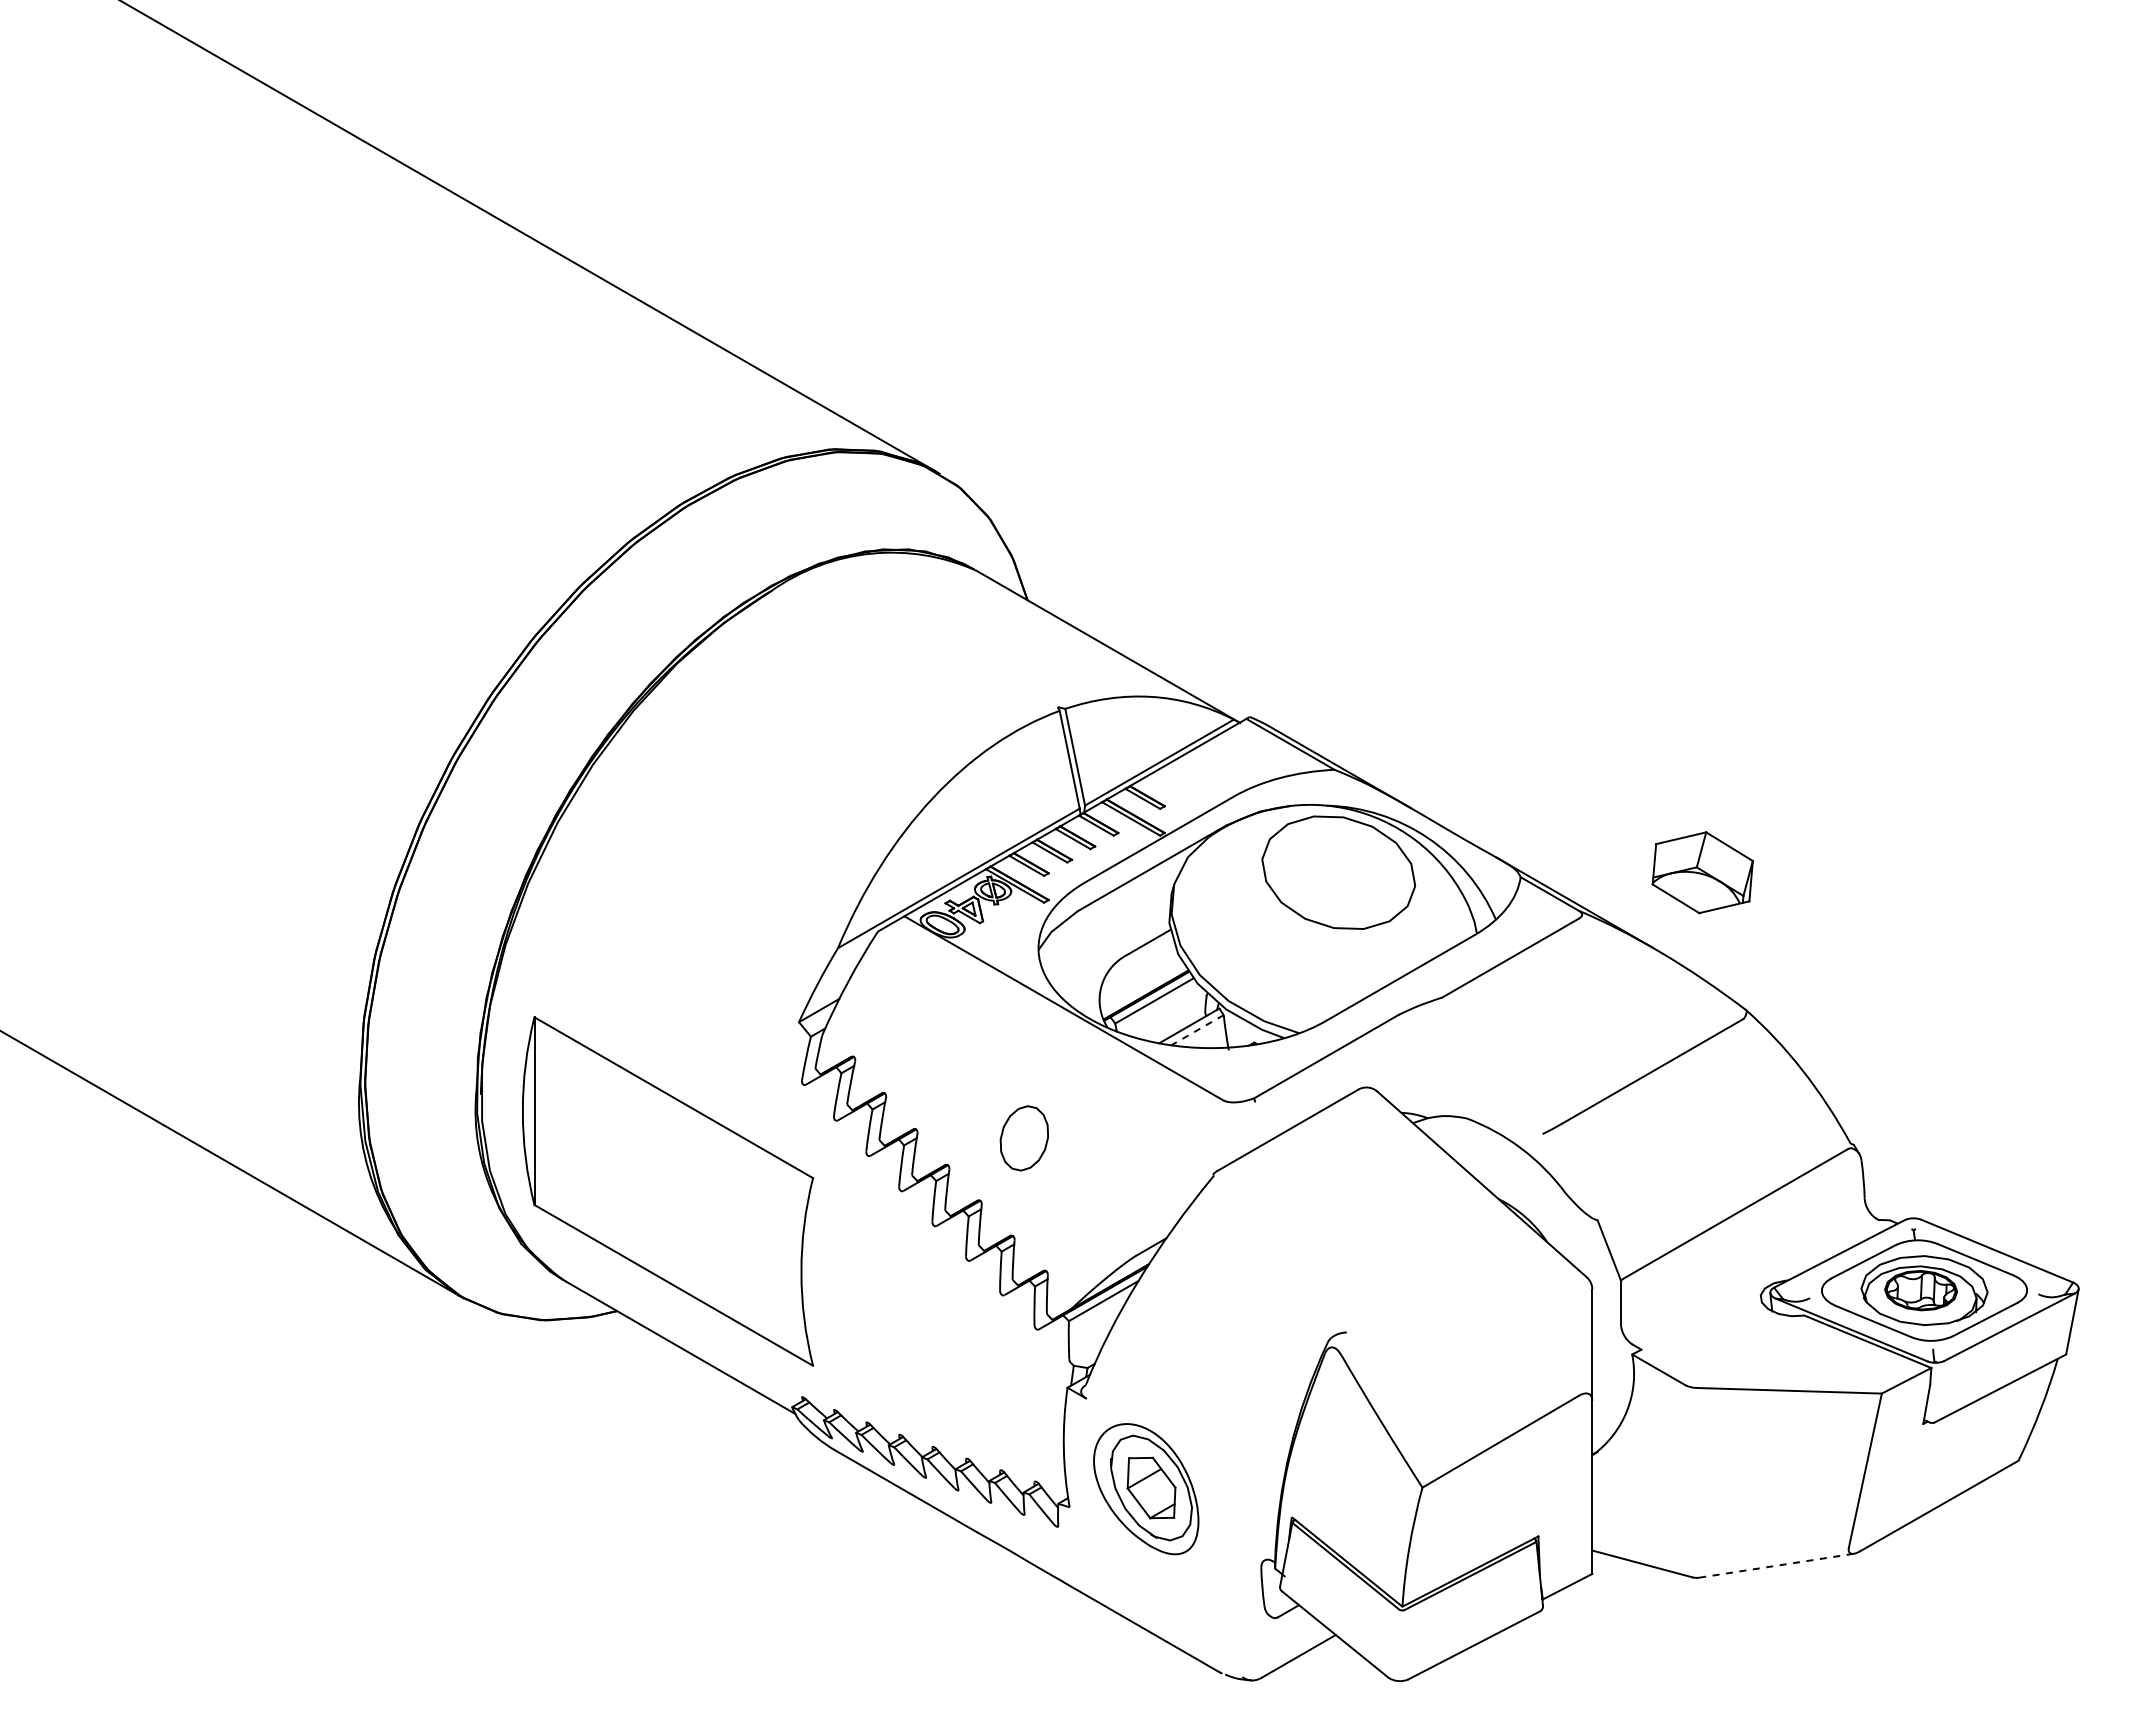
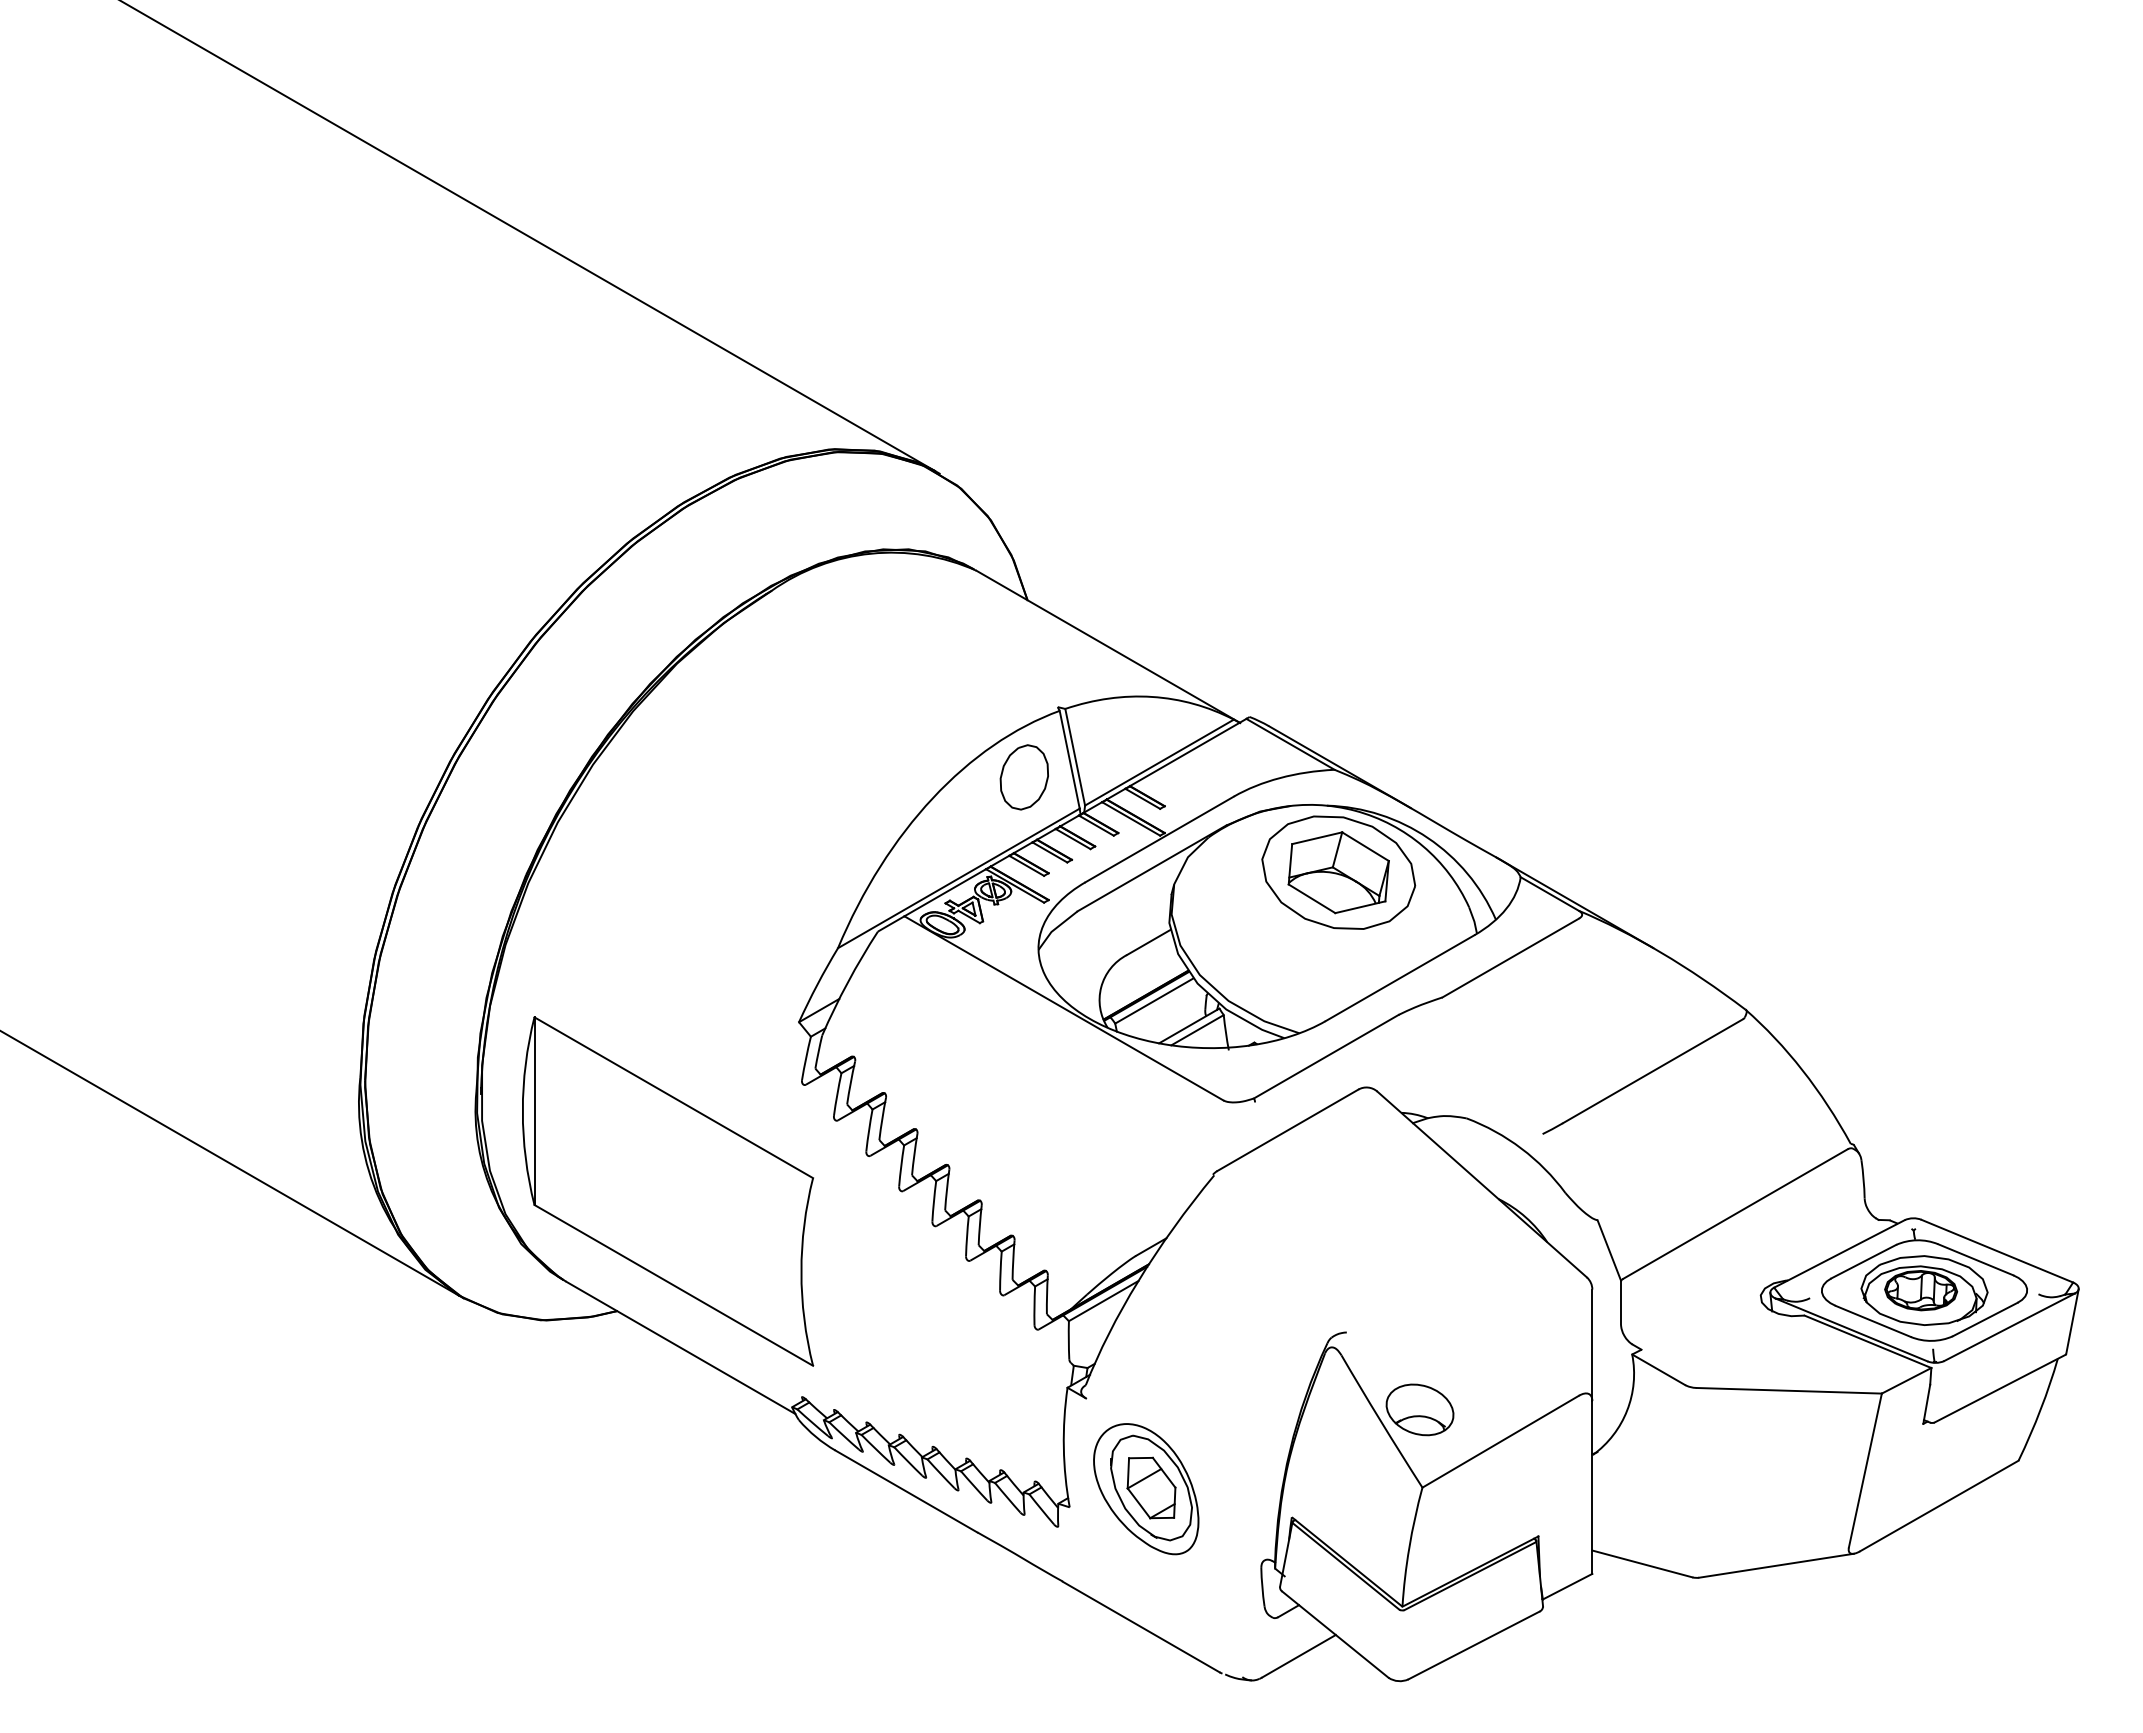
part at (1702, 872) position: (1702, 872) -> (1338, 872)
line at (1197, 1030): dashed -> solid
part at (1023, 1138) position: (1023, 1138) -> (1023, 777)
part at (1419, 1409): none -> present
line at (1777, 1565): dashed -> solid
